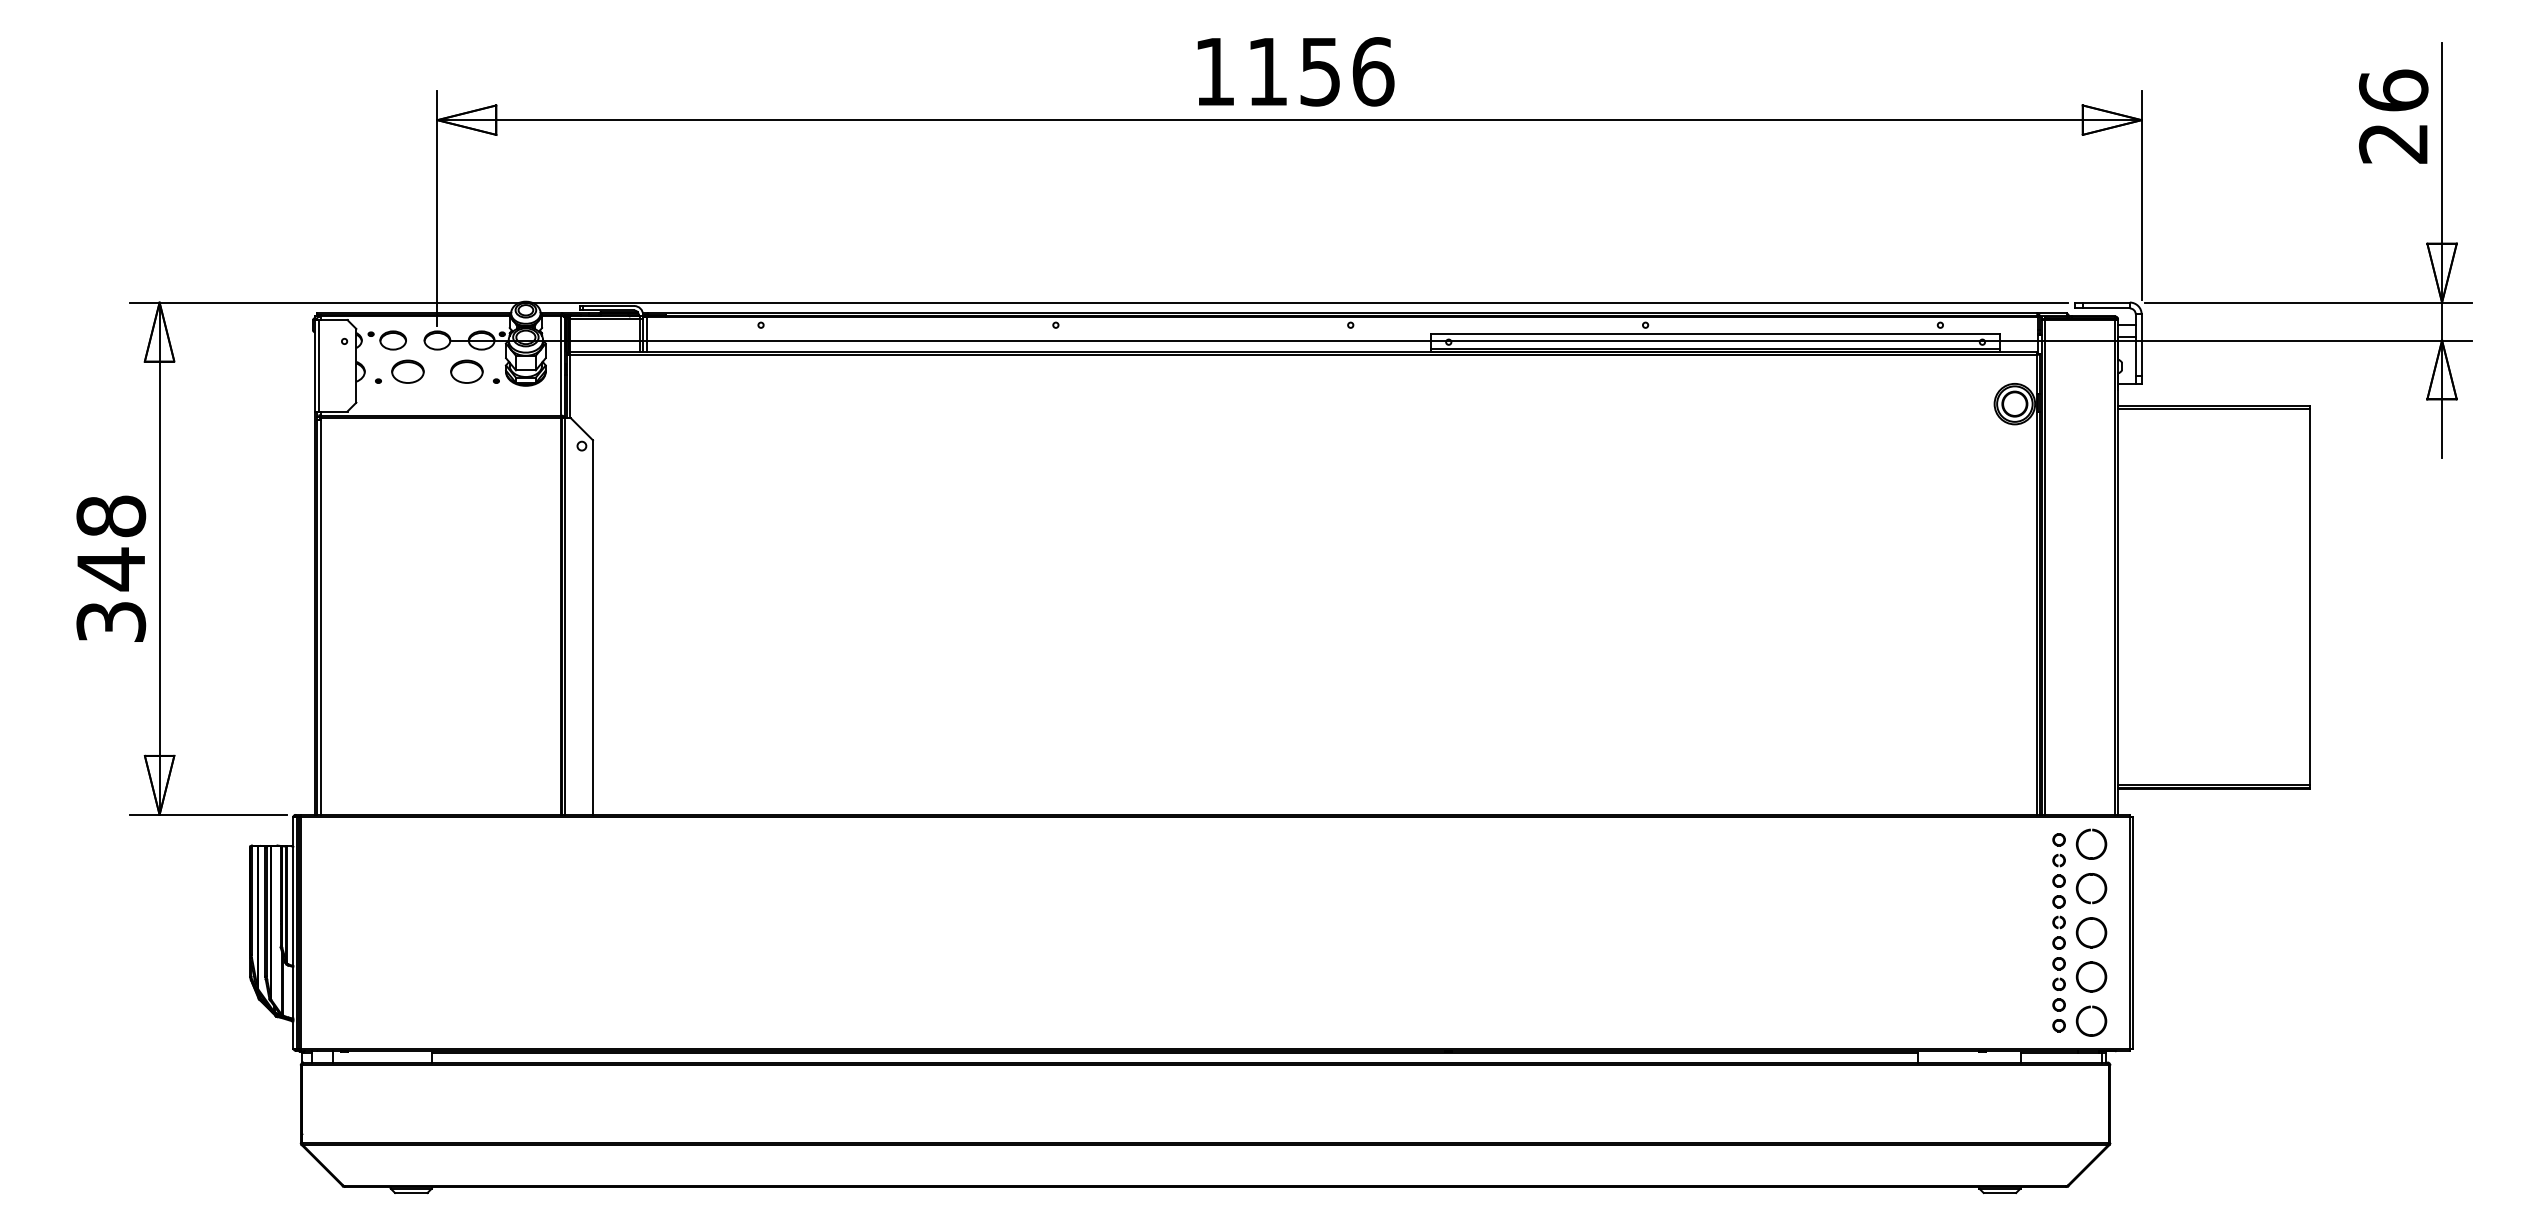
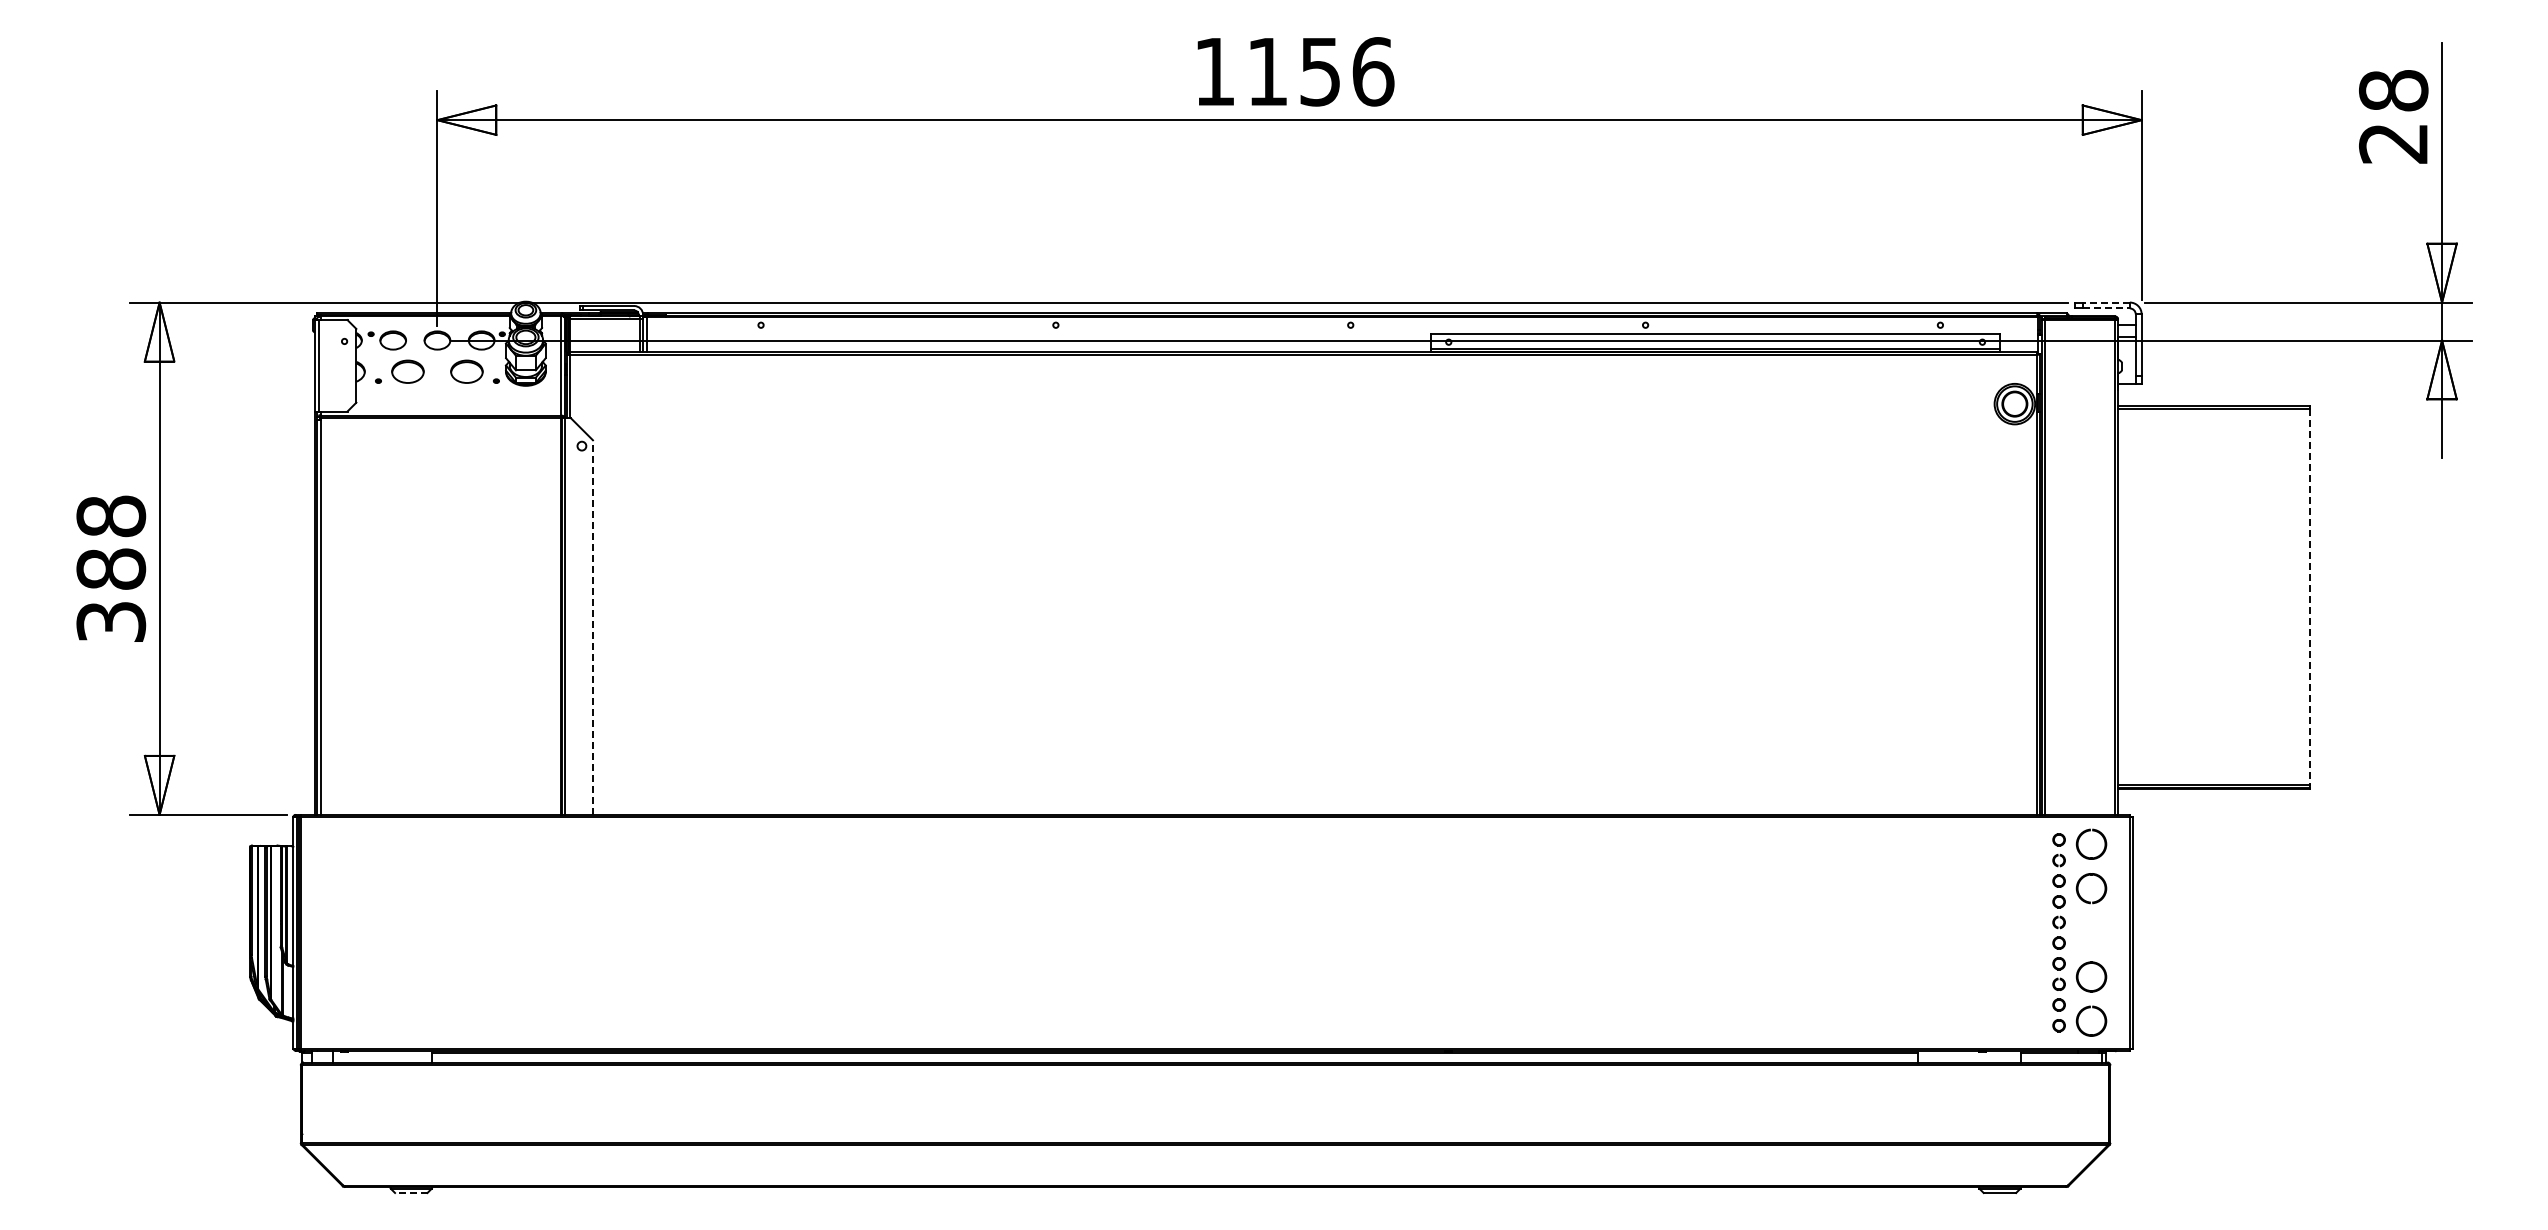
text at (2393, 90): 26 -> 28
line at (2106, 302): solid -> dashed
line at (2106, 308): solid -> dashed
text at (111, 569): 348 -> 388
line at (2309, 596): solid -> dashed
line at (592, 627): solid -> dashed
part at (2091, 932): present -> none
line at (410, 1193): solid -> dashed
